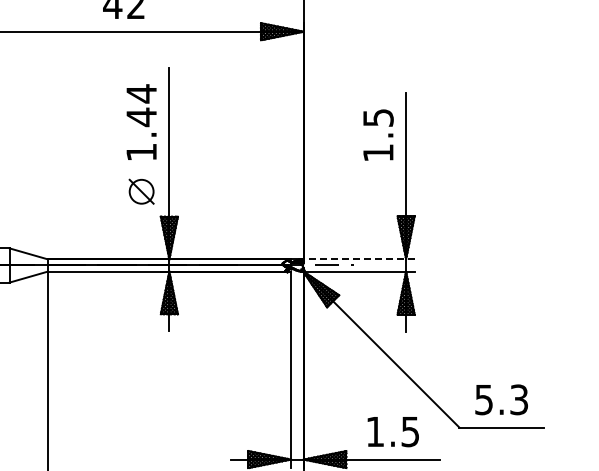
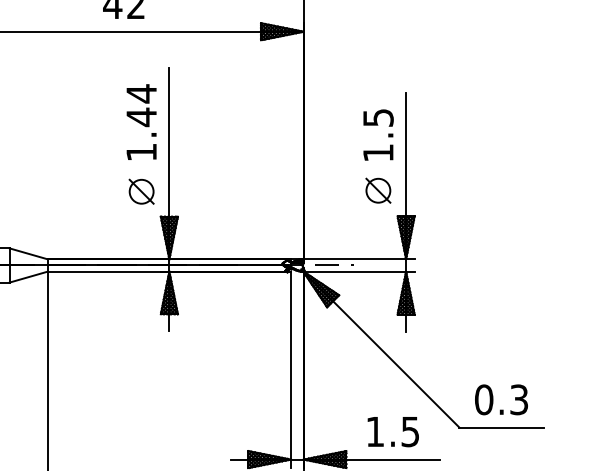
part at (378, 190): none -> present
line at (357, 259): dashed -> solid
text at (484, 399): 5.3 -> 0.3
